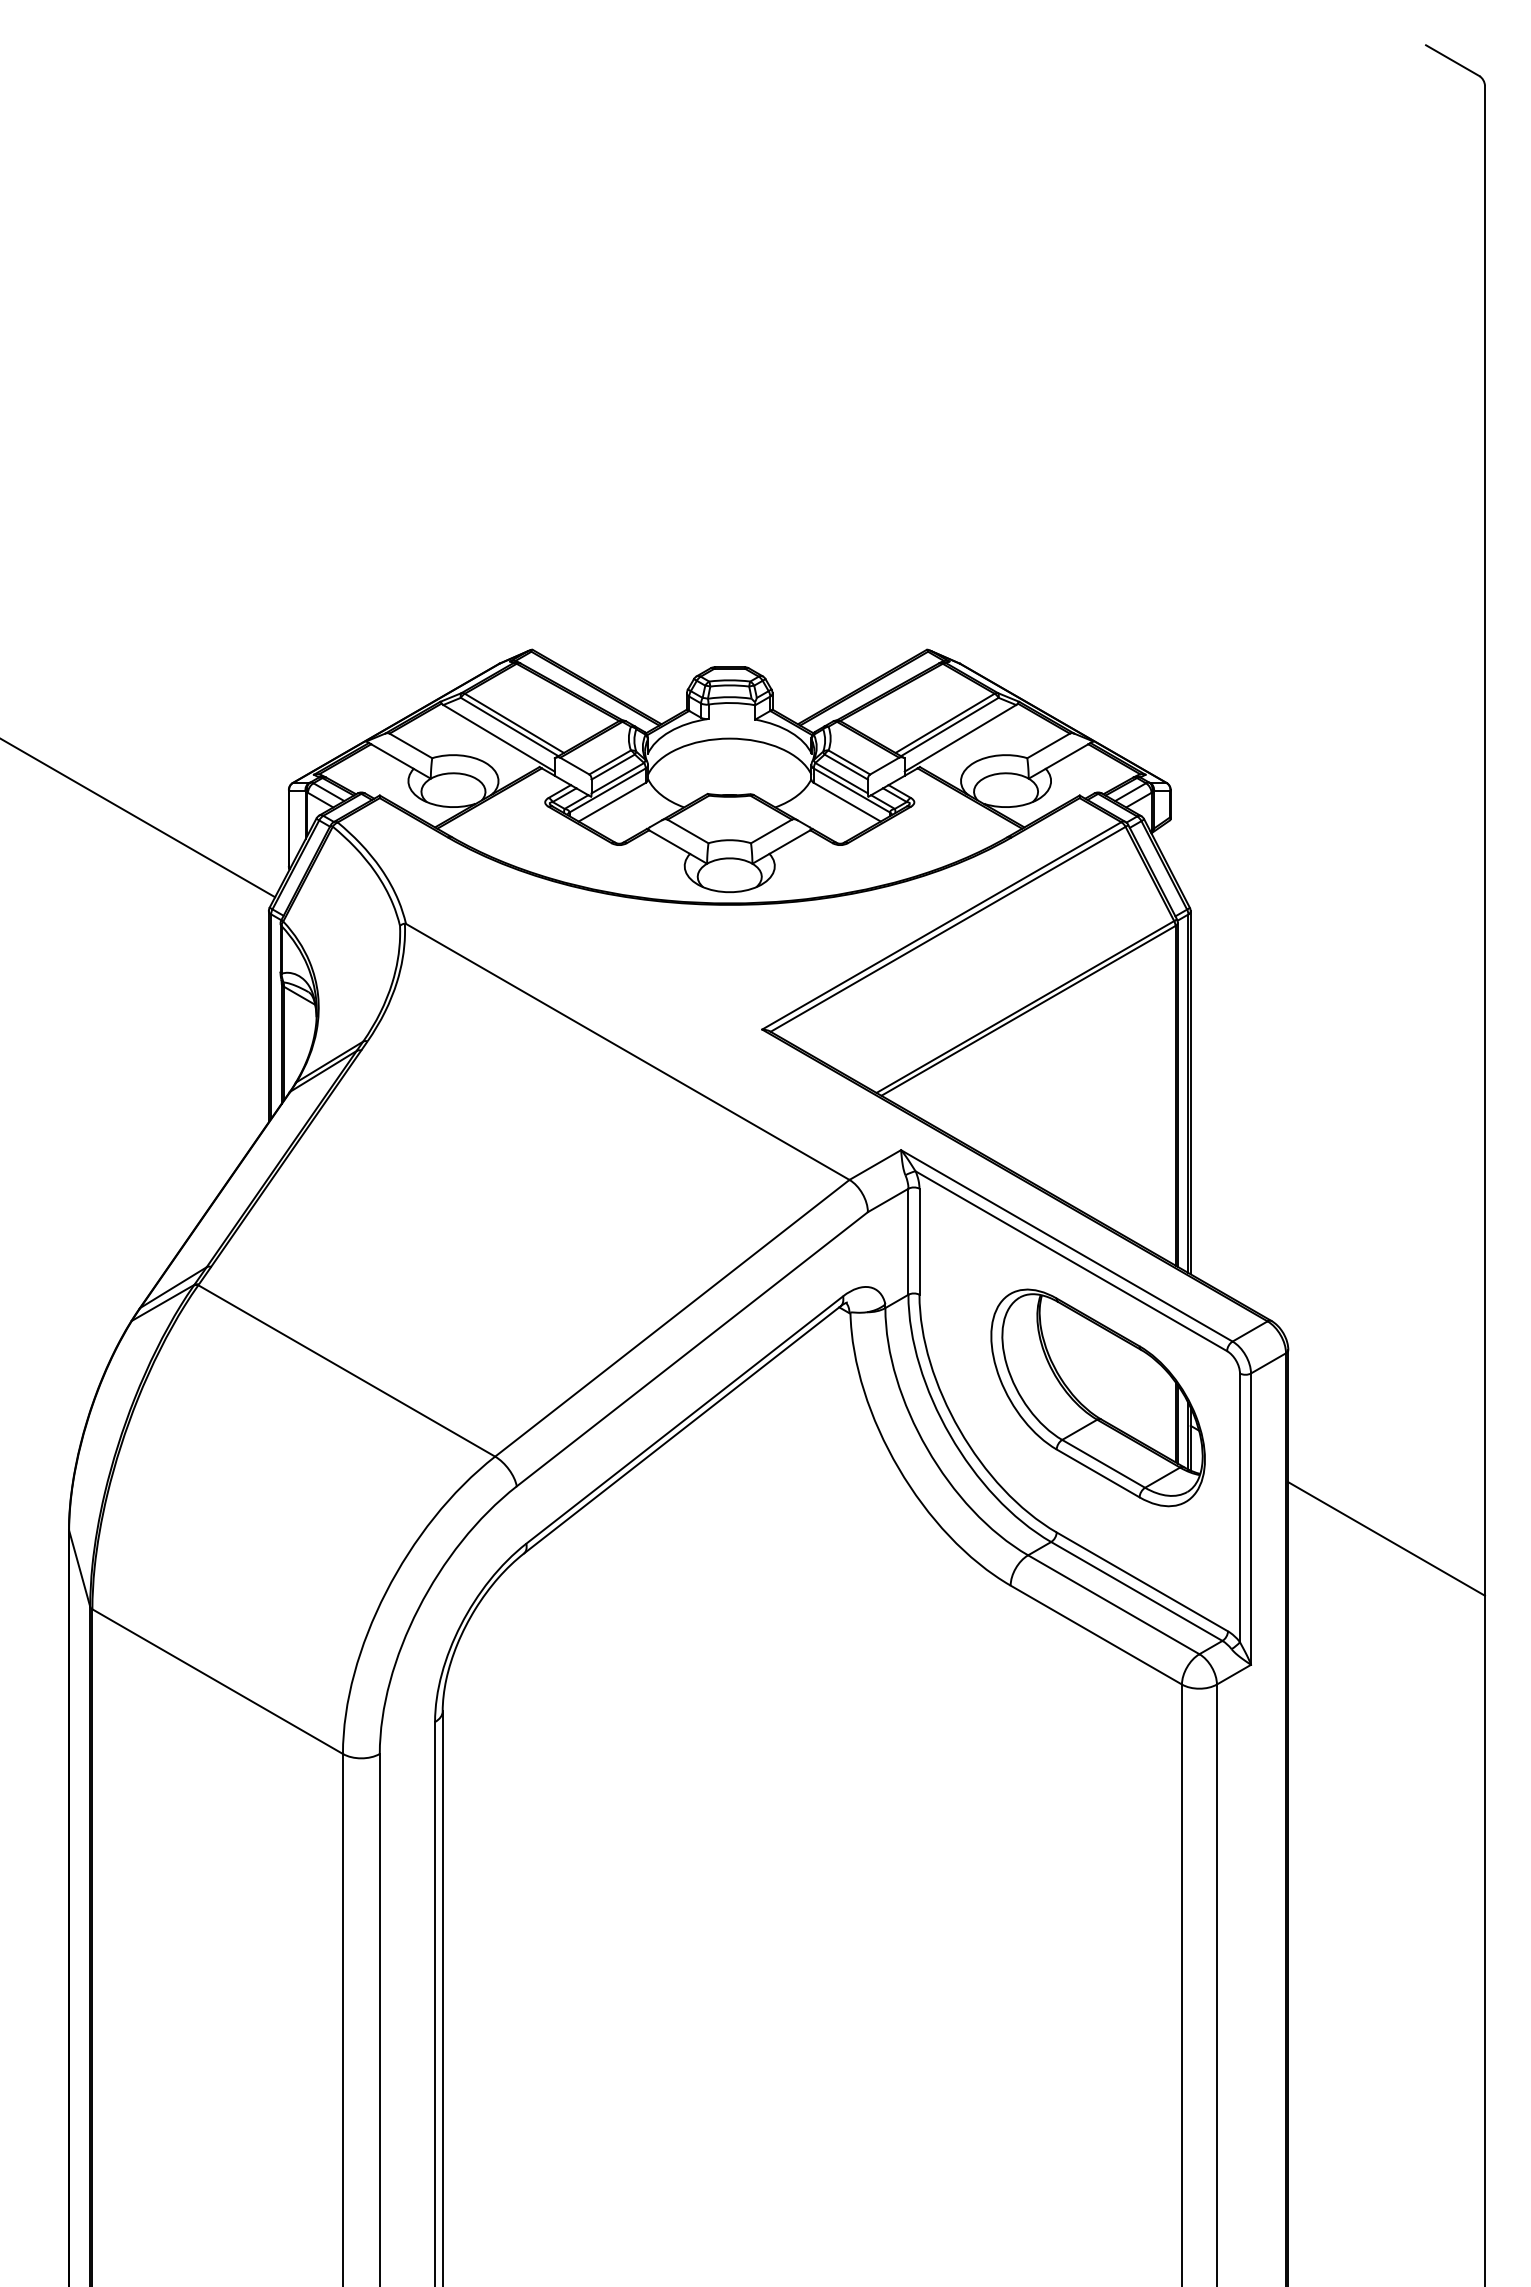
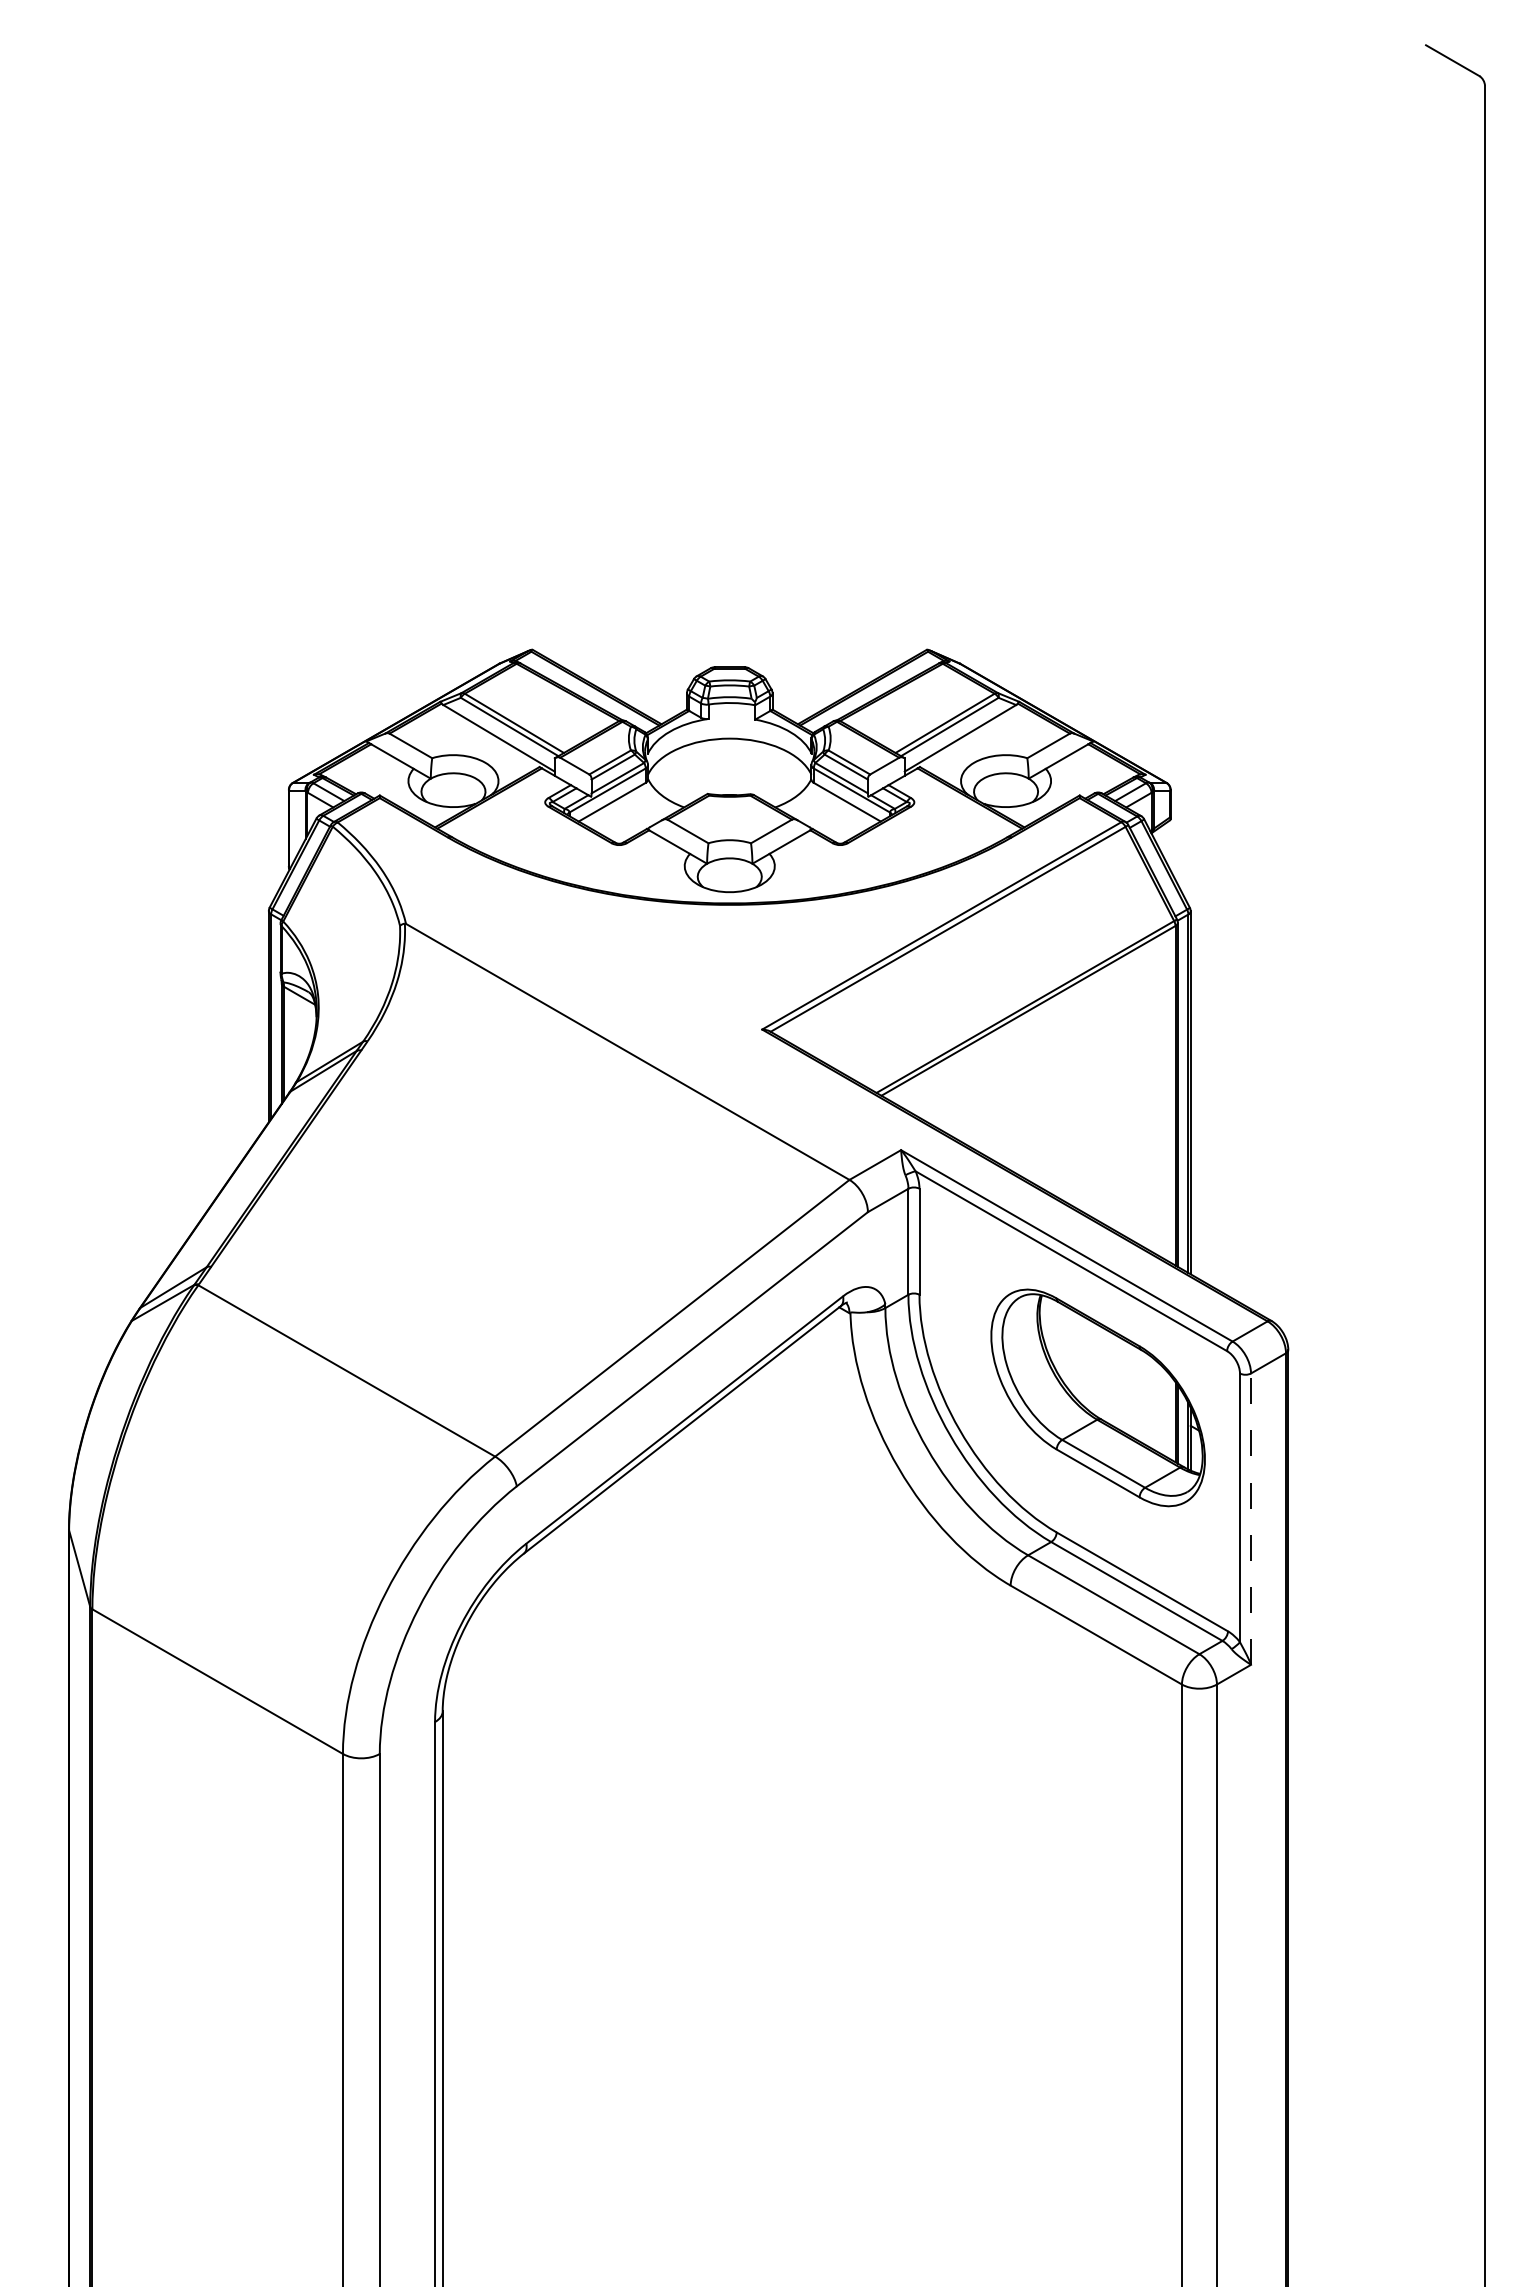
line at (138, 818): present -> none
line at (1251, 1519): solid -> dashed
line at (1386, 1538): present -> none
